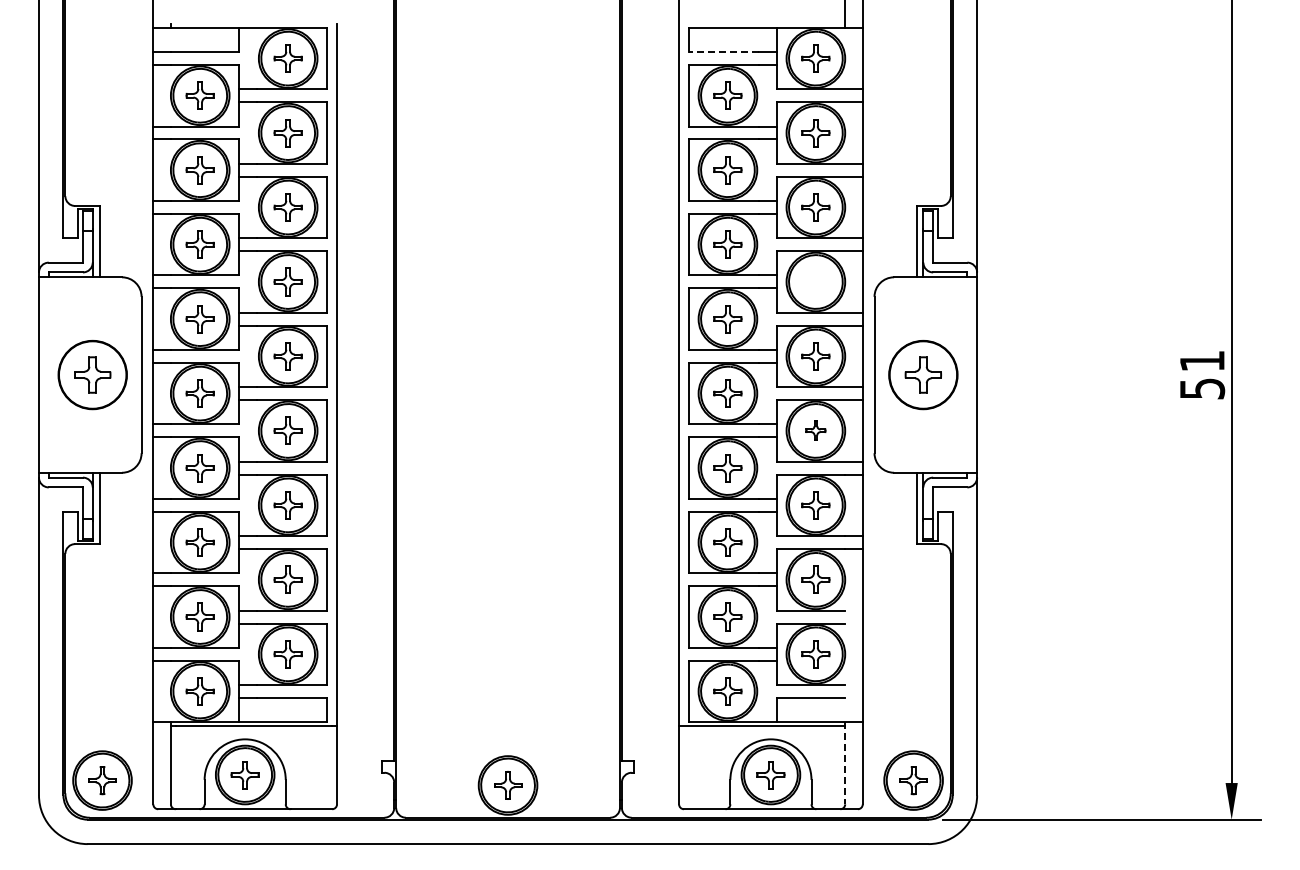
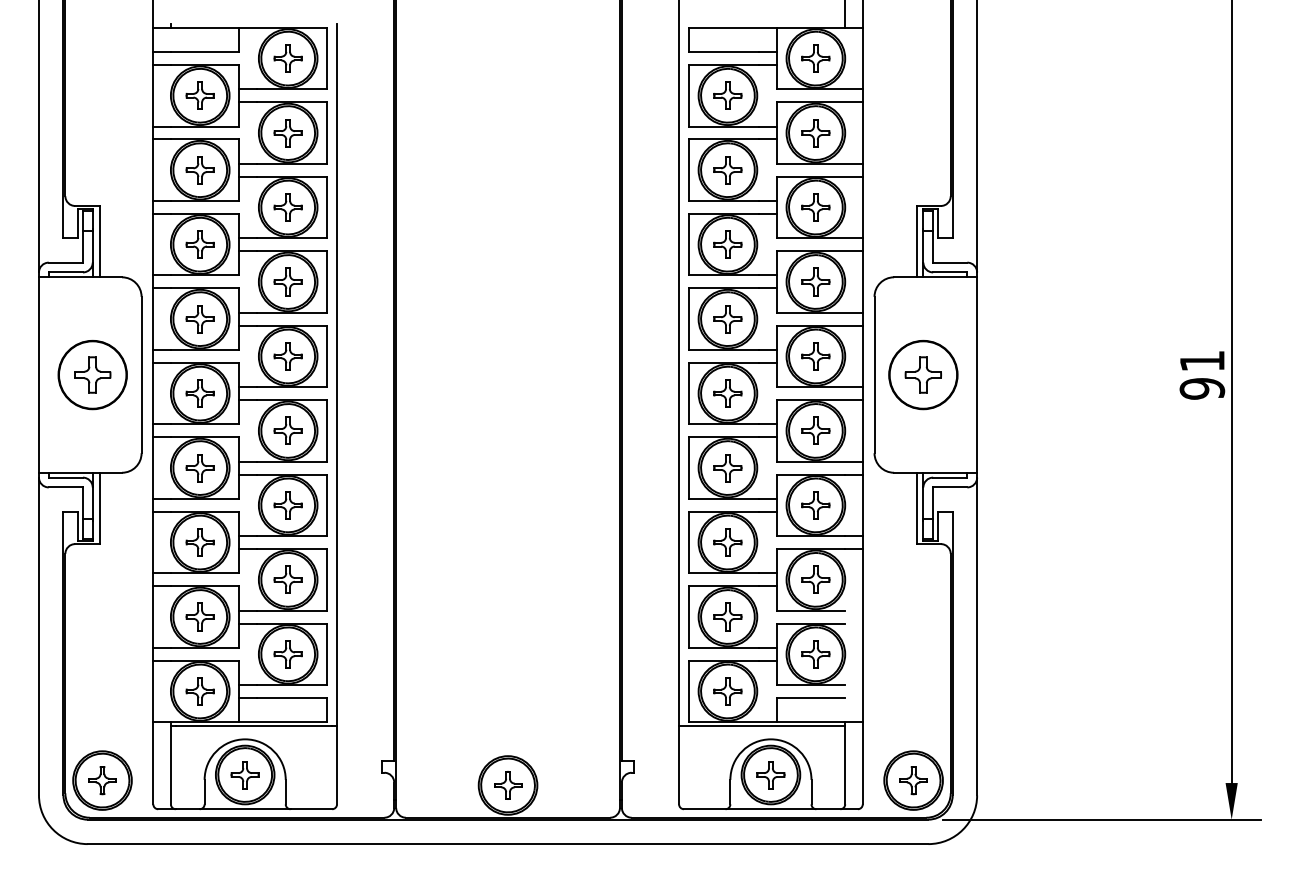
line at (723, 52): dashed -> solid
part at (815, 281): none -> present
text at (1201, 388): 51 -> 91
part at (815, 430) size: 22x21 px -> 30x29 px
line at (845, 763): dashed -> solid
